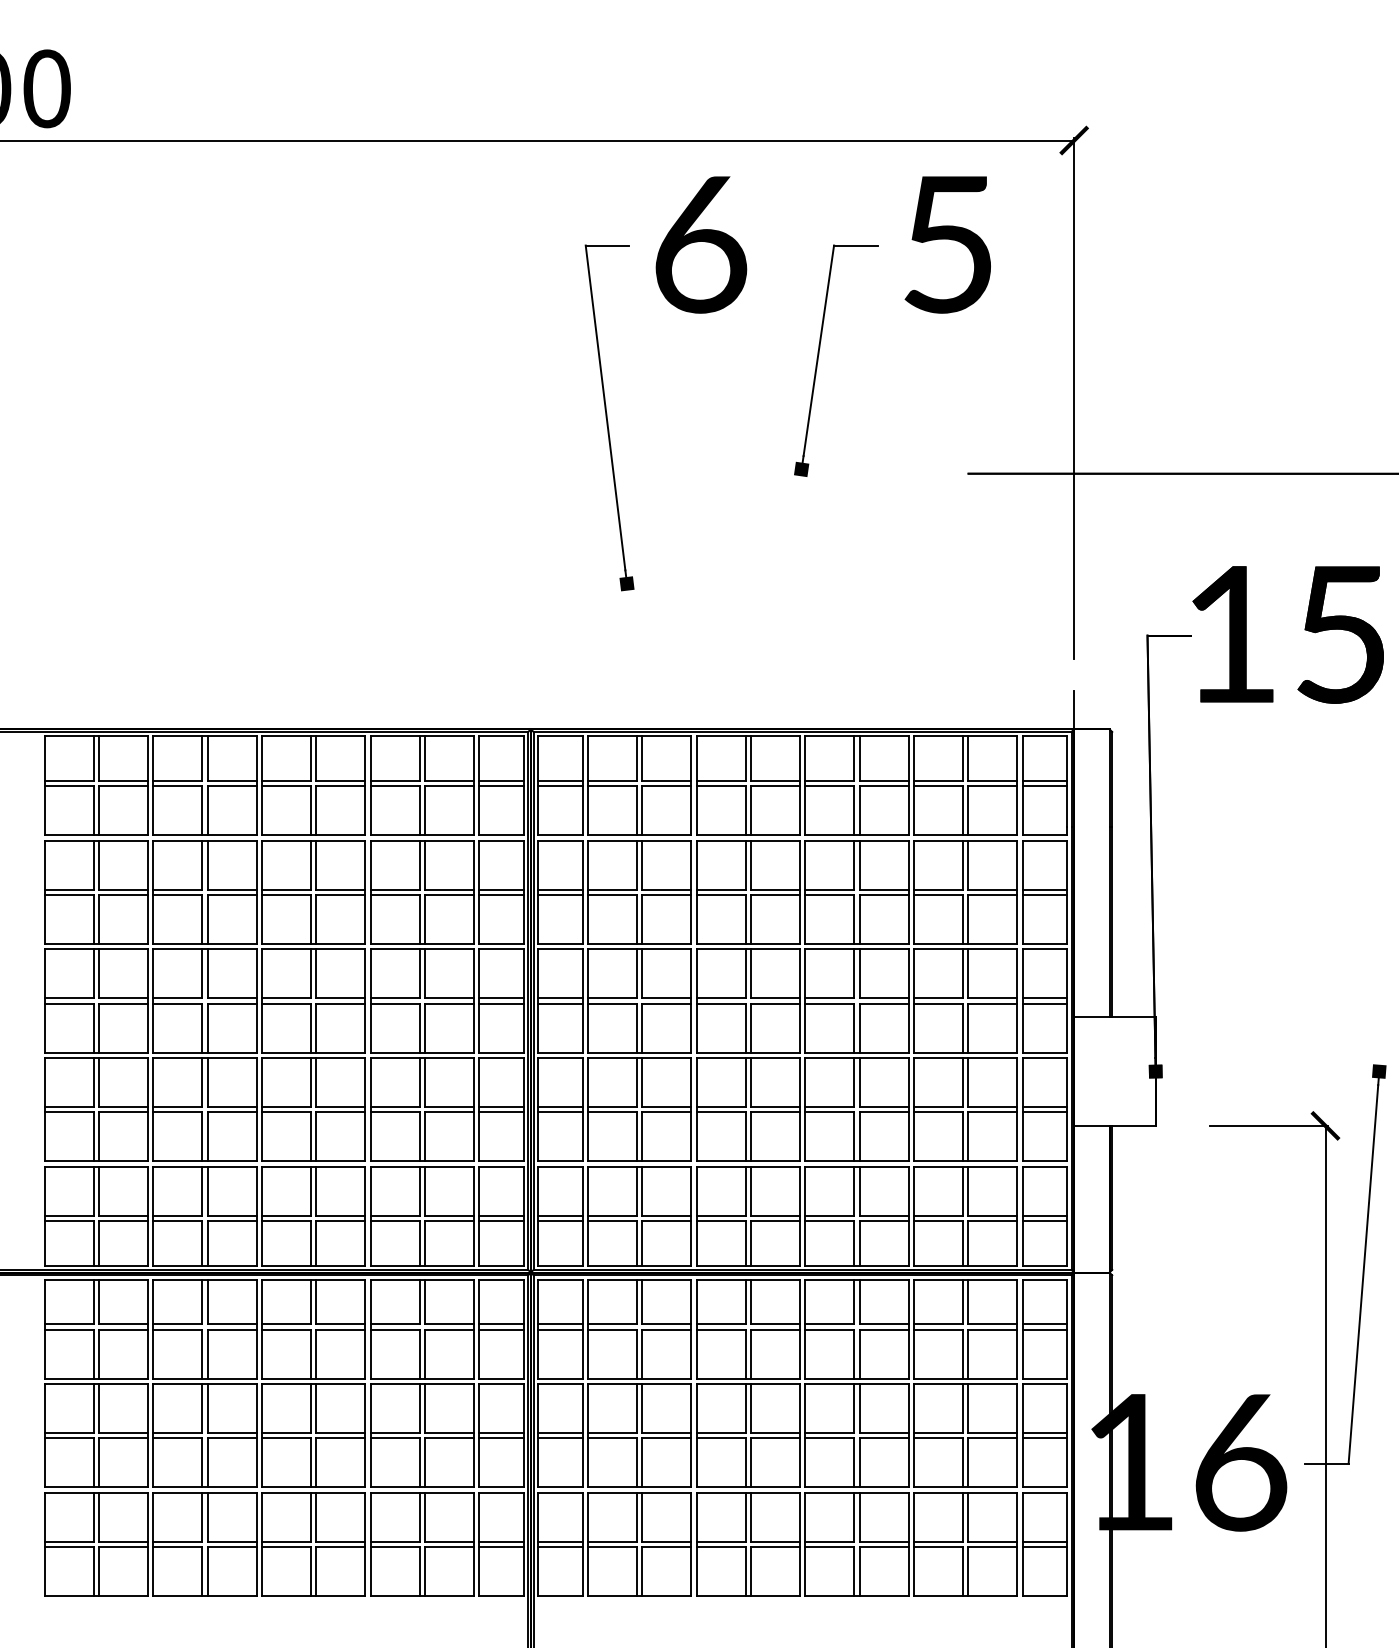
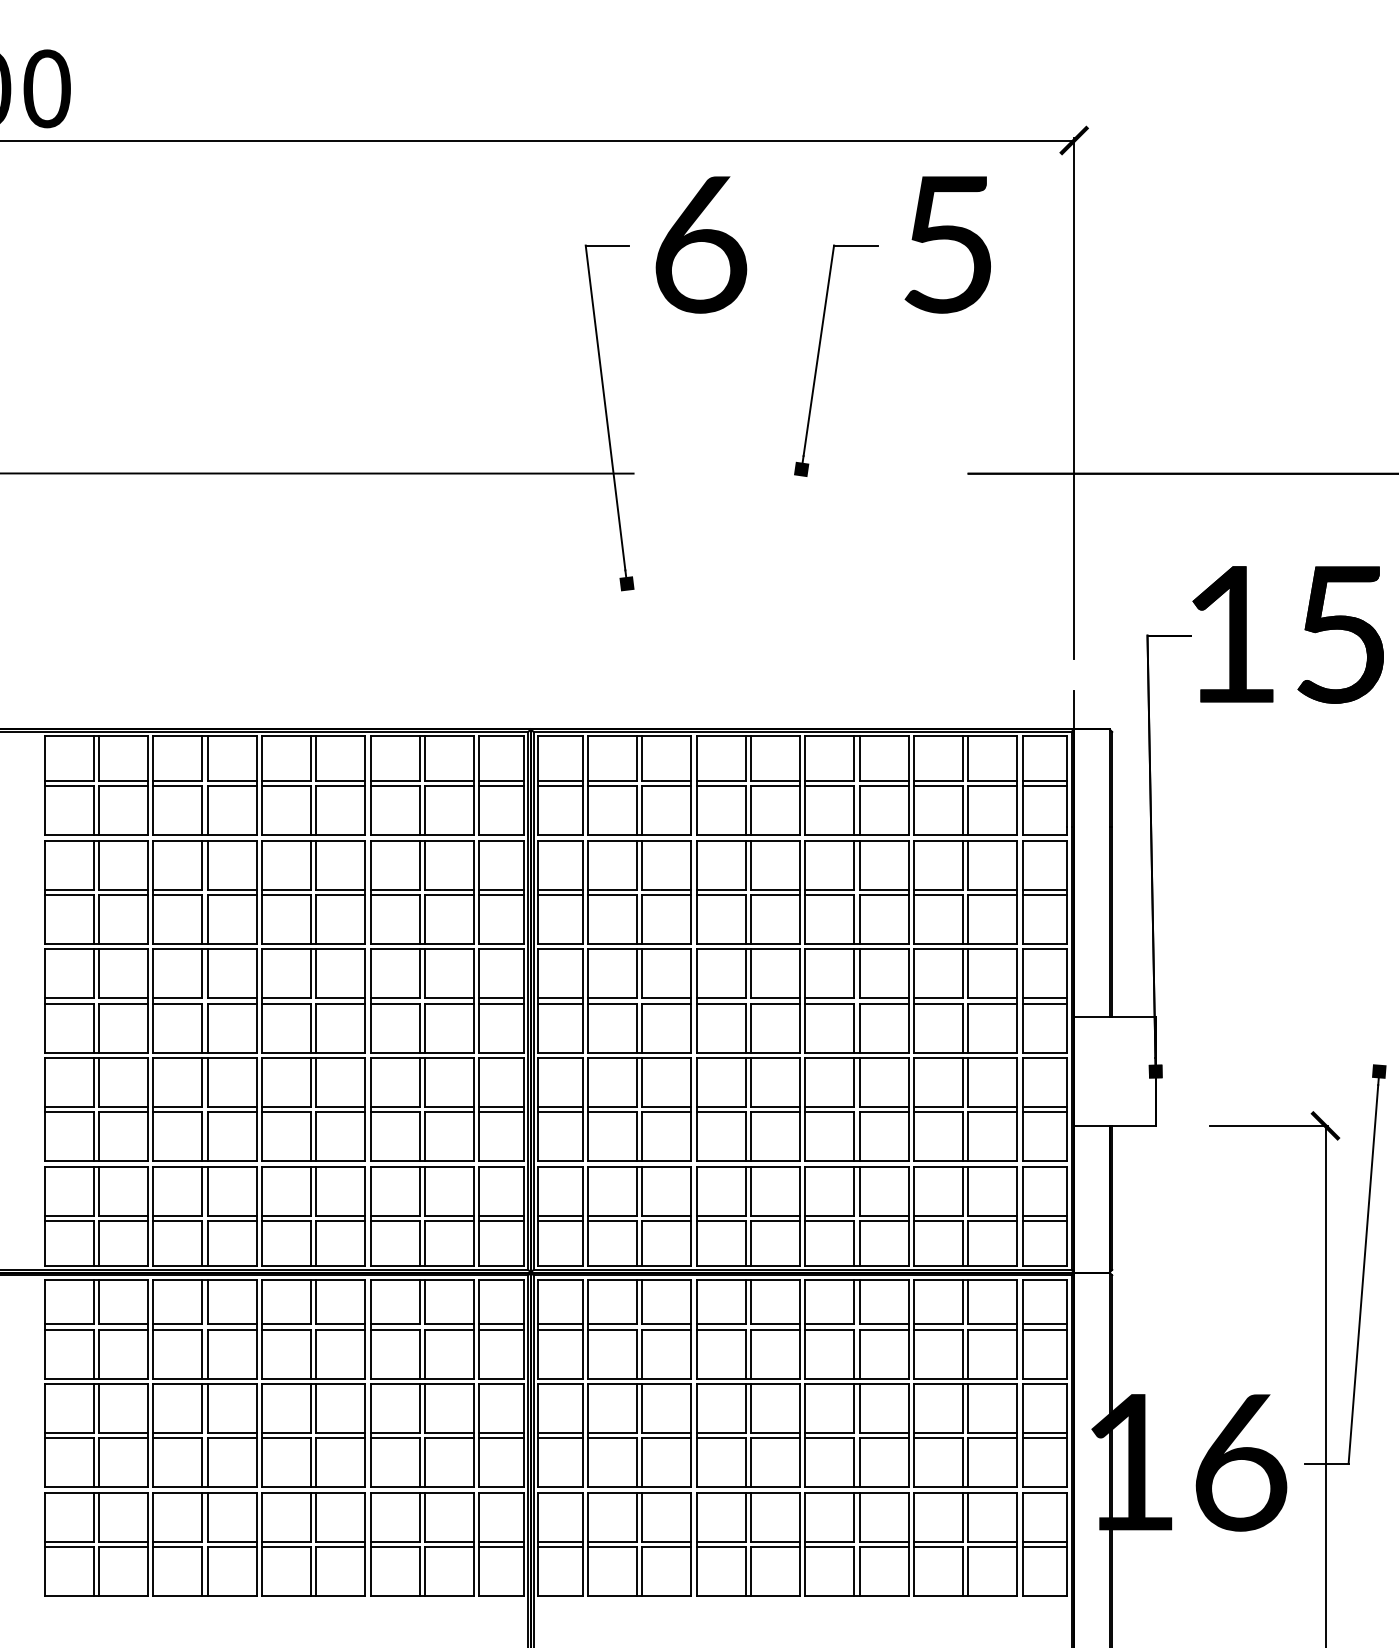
line at (317, 473): none -> present
